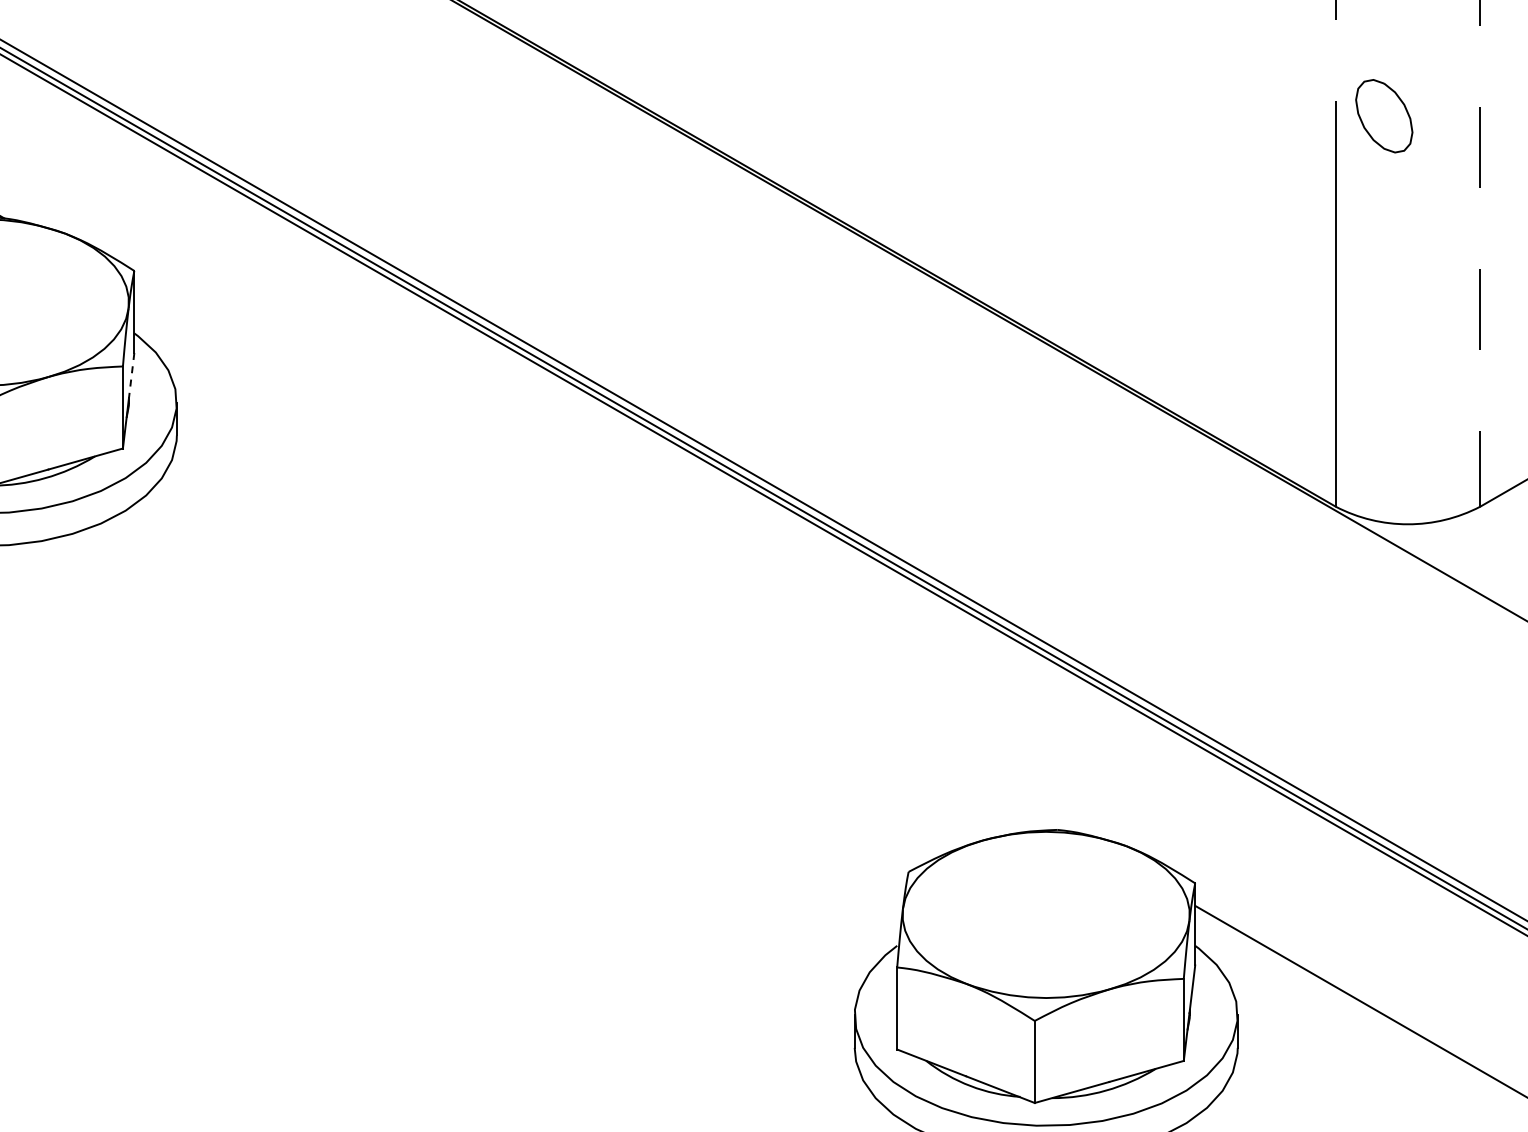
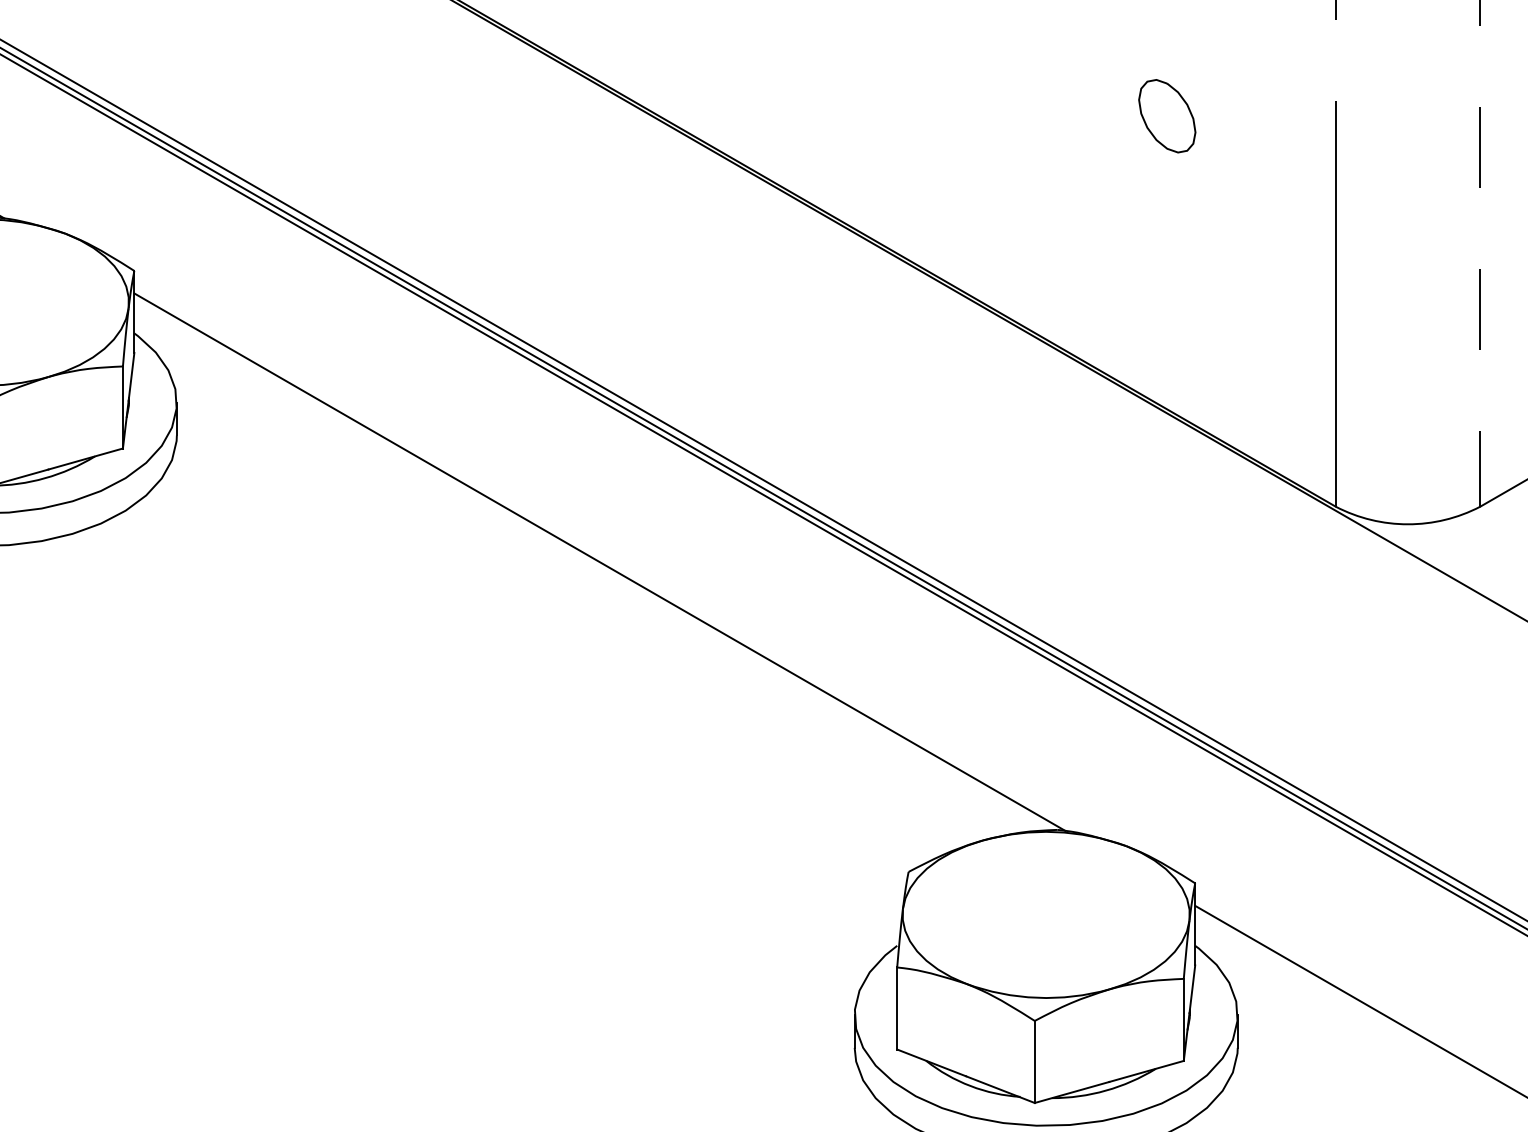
part at (1384, 116) position: (1384, 116) -> (1167, 116)
line at (131, 377): dashed -> solid
line at (599, 561): none -> present
